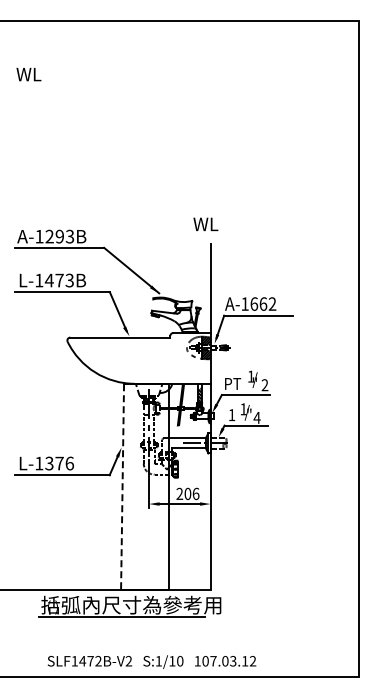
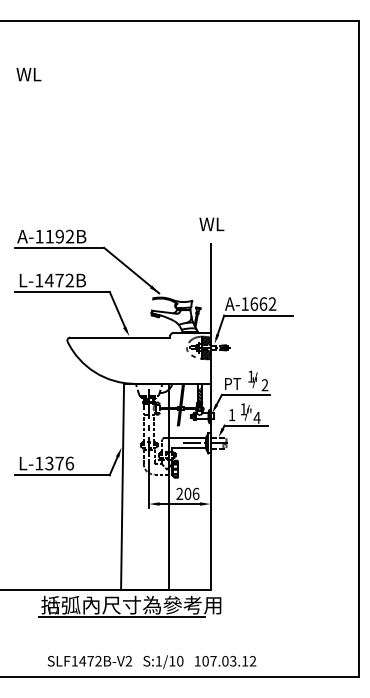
text at (205, 224) position: (205, 224) -> (211, 224)
text at (59, 236): A-1293B -> A-1192B
text at (69, 280): L-1473B -> L-1472B
line at (122, 487): dashed -> solid
